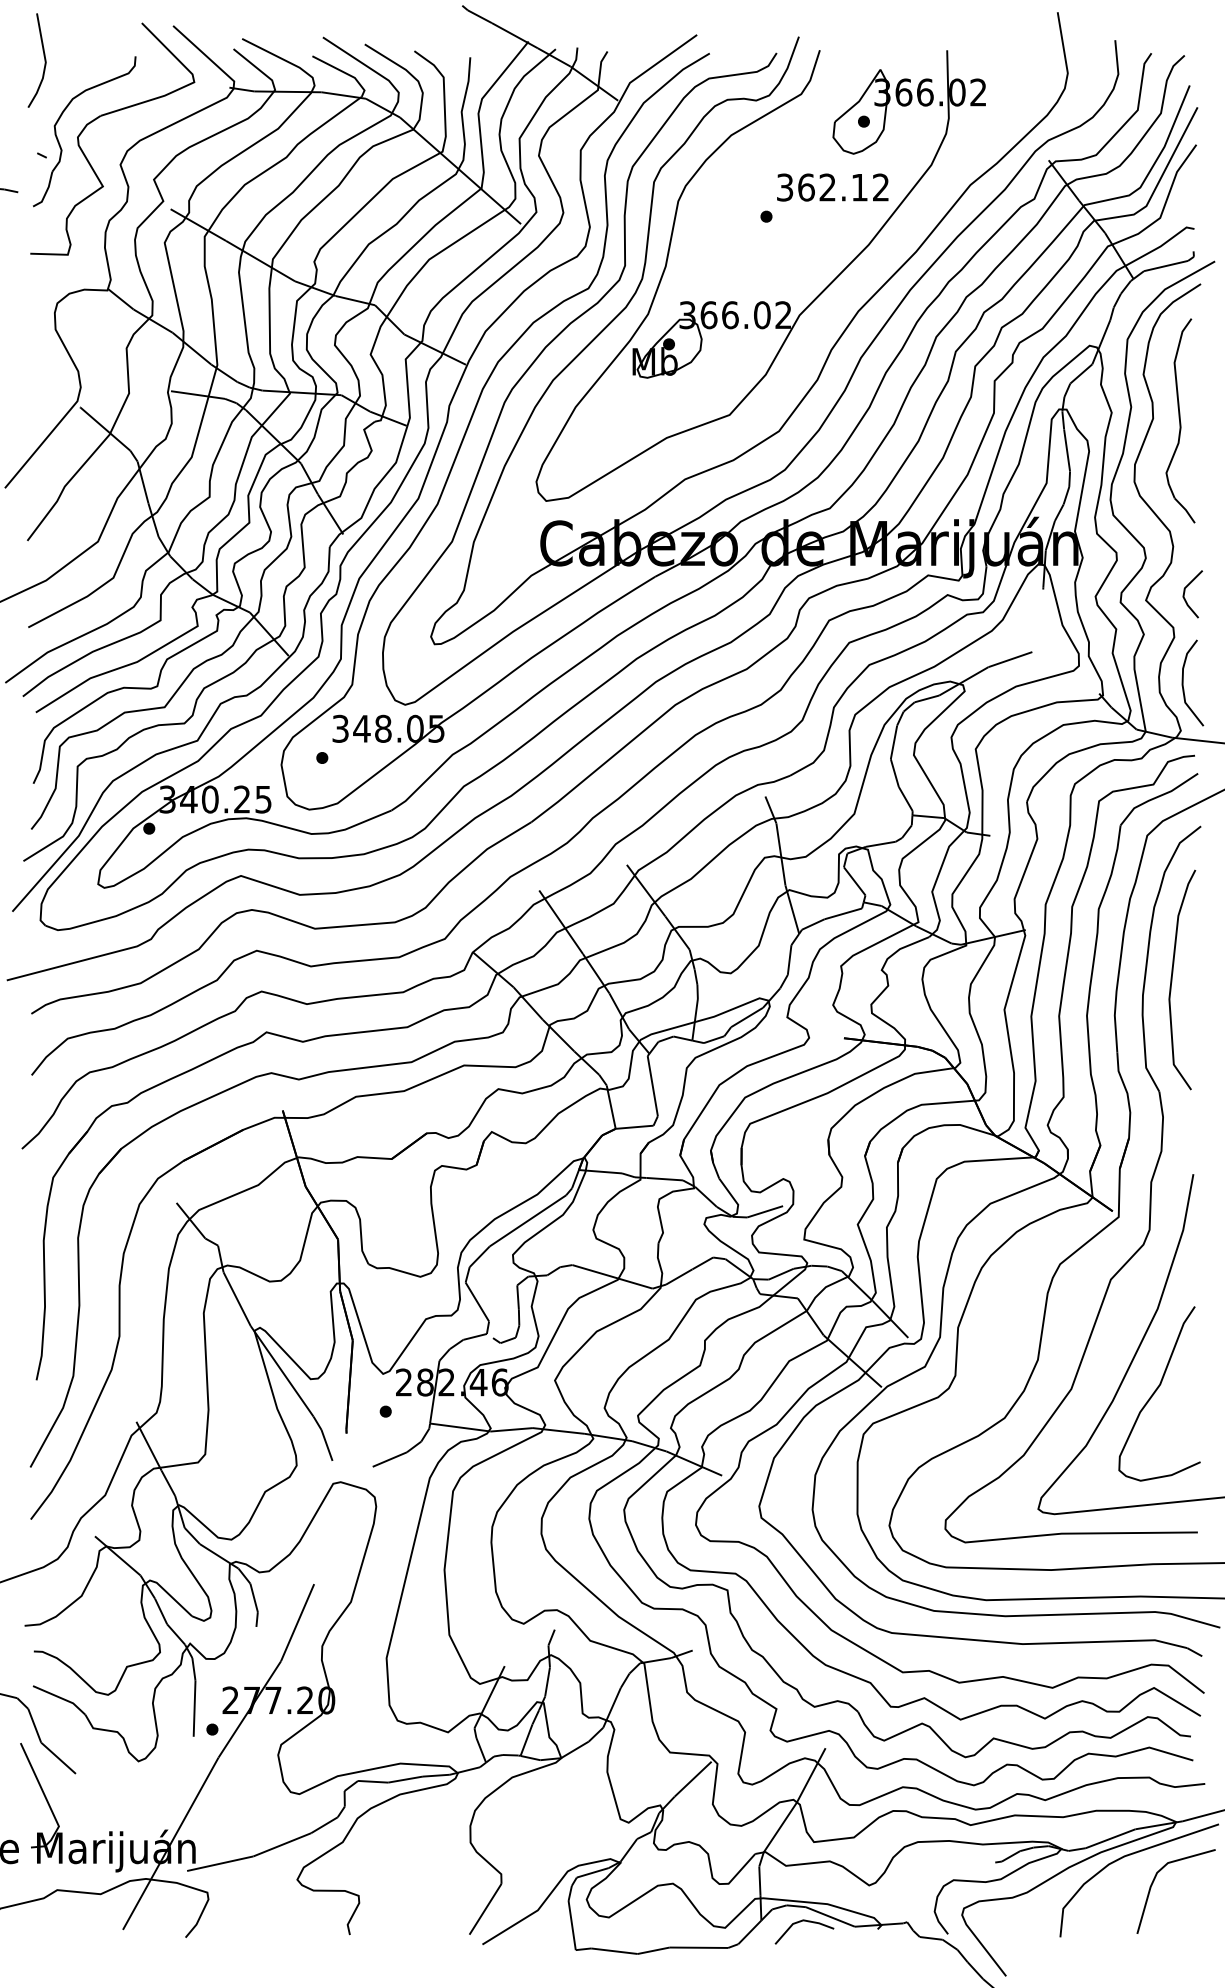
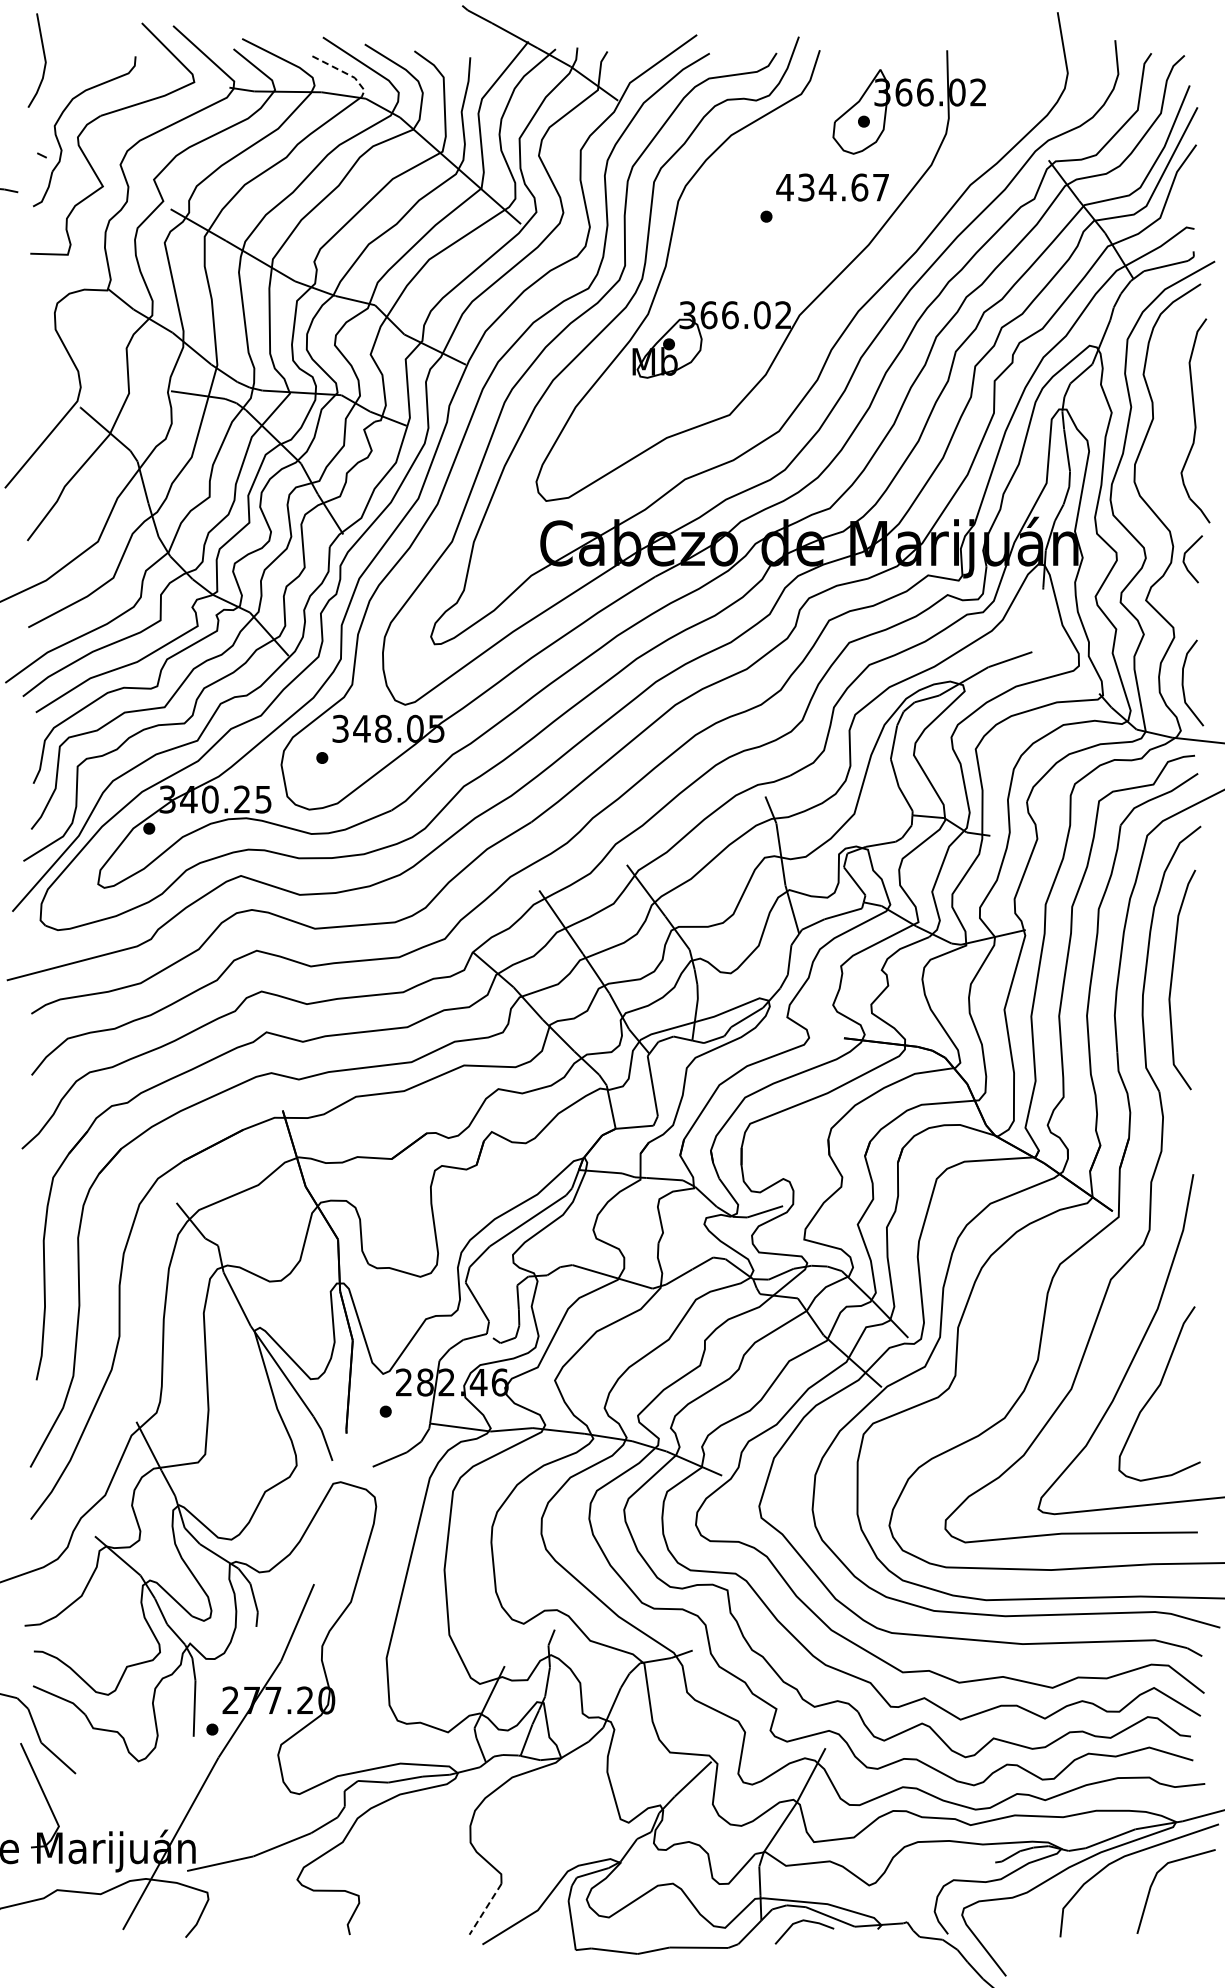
line at (345, 72): solid -> dashed
text at (832, 187): 362.12 -> 434.67
part at (1180, 420) position: (1180, 420) -> (1195, 420)
line at (1185, 592) position: (1185, 592) -> (1185, 557)
line at (485, 1909): solid -> dashed
